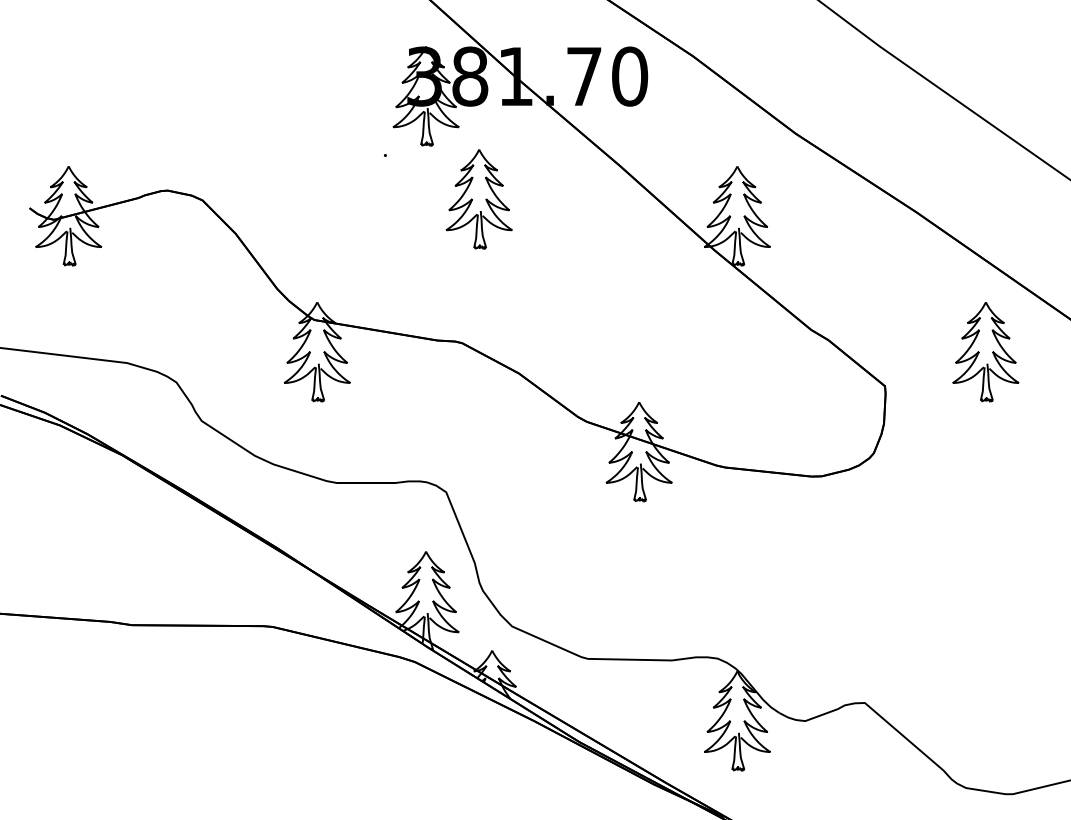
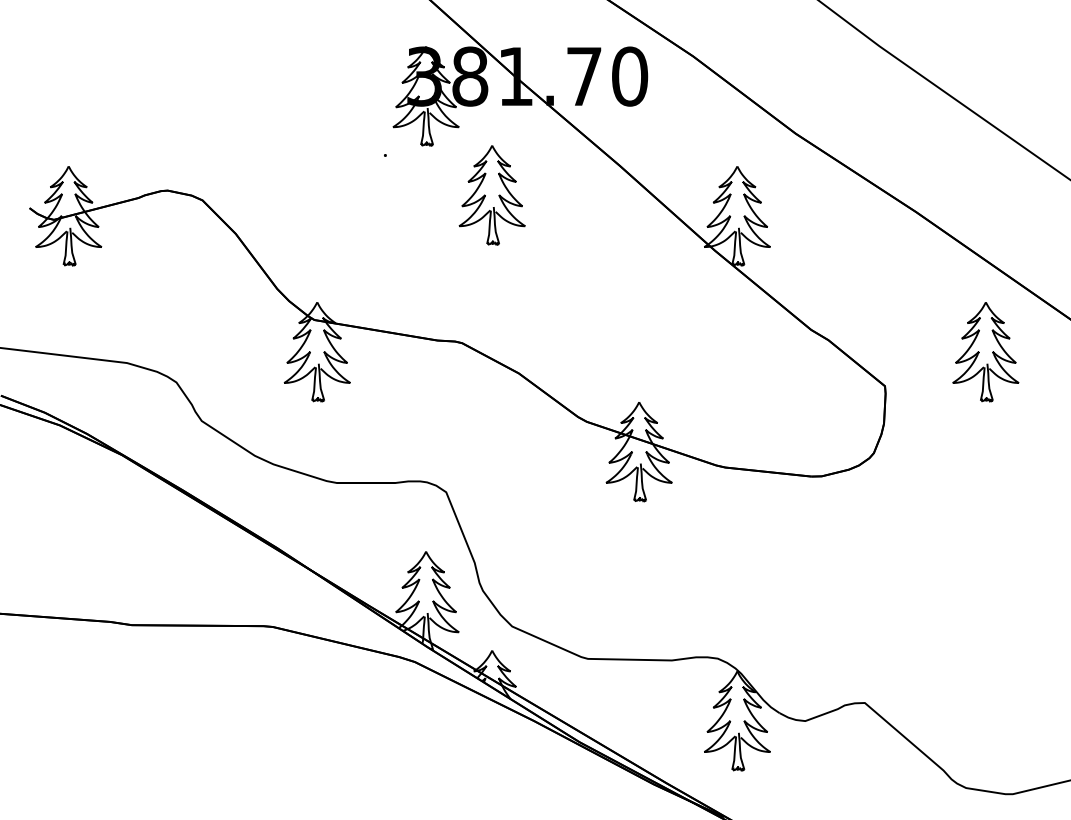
part at (478, 199) position: (478, 199) -> (491, 195)
